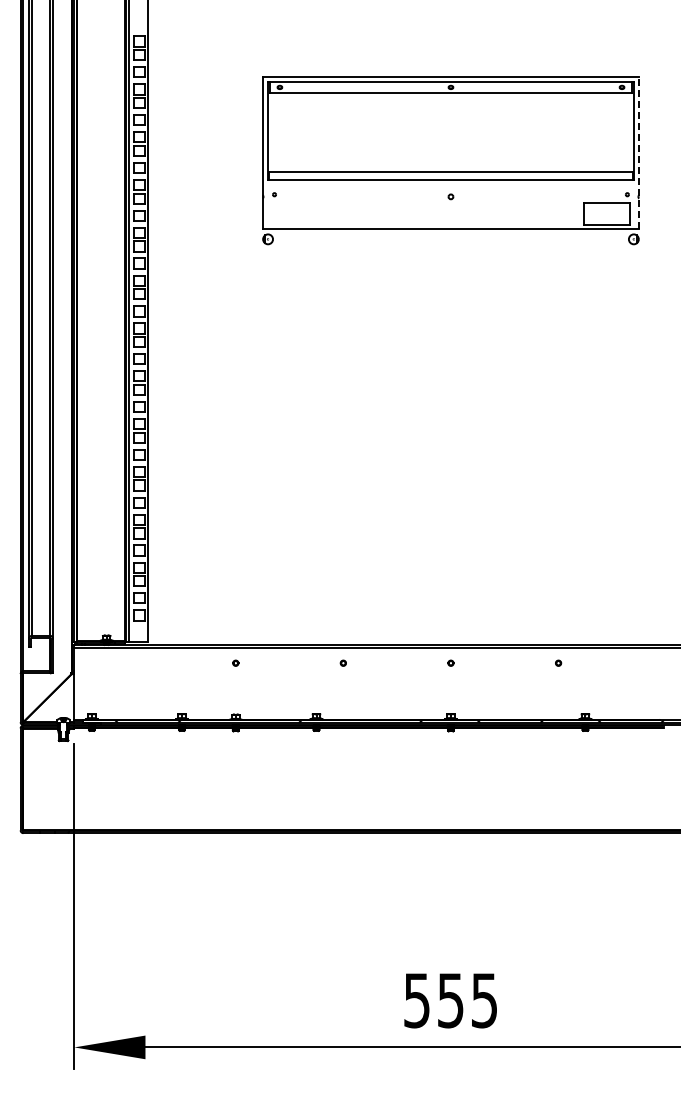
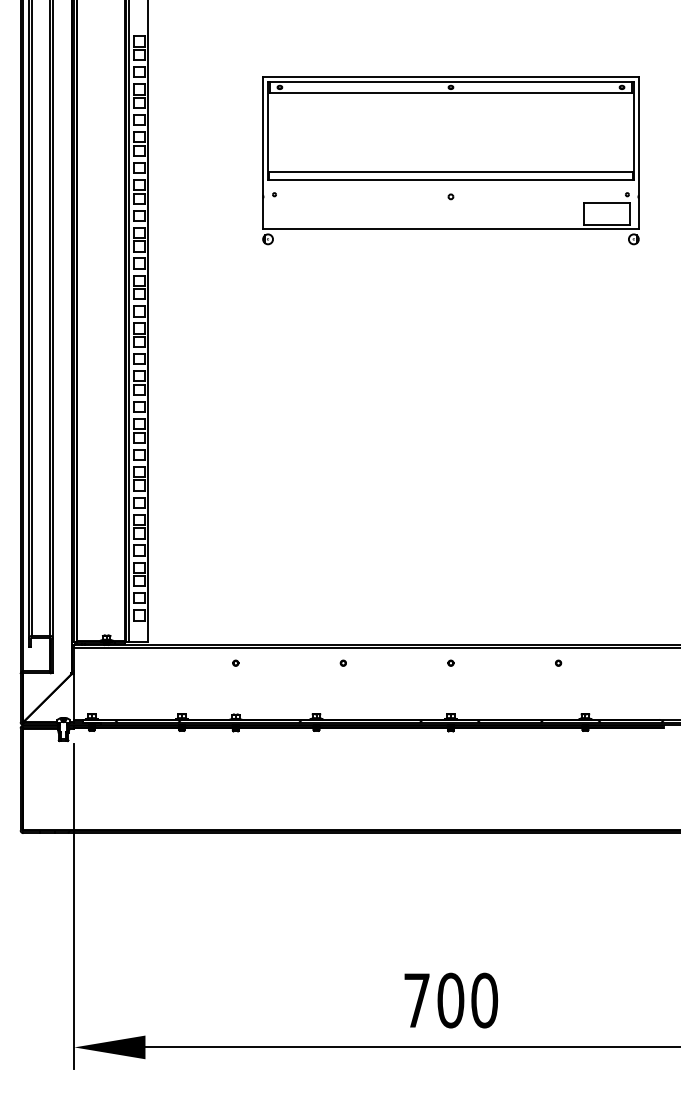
line at (639, 153): dashed -> solid
text at (451, 1000): 555 -> 700
